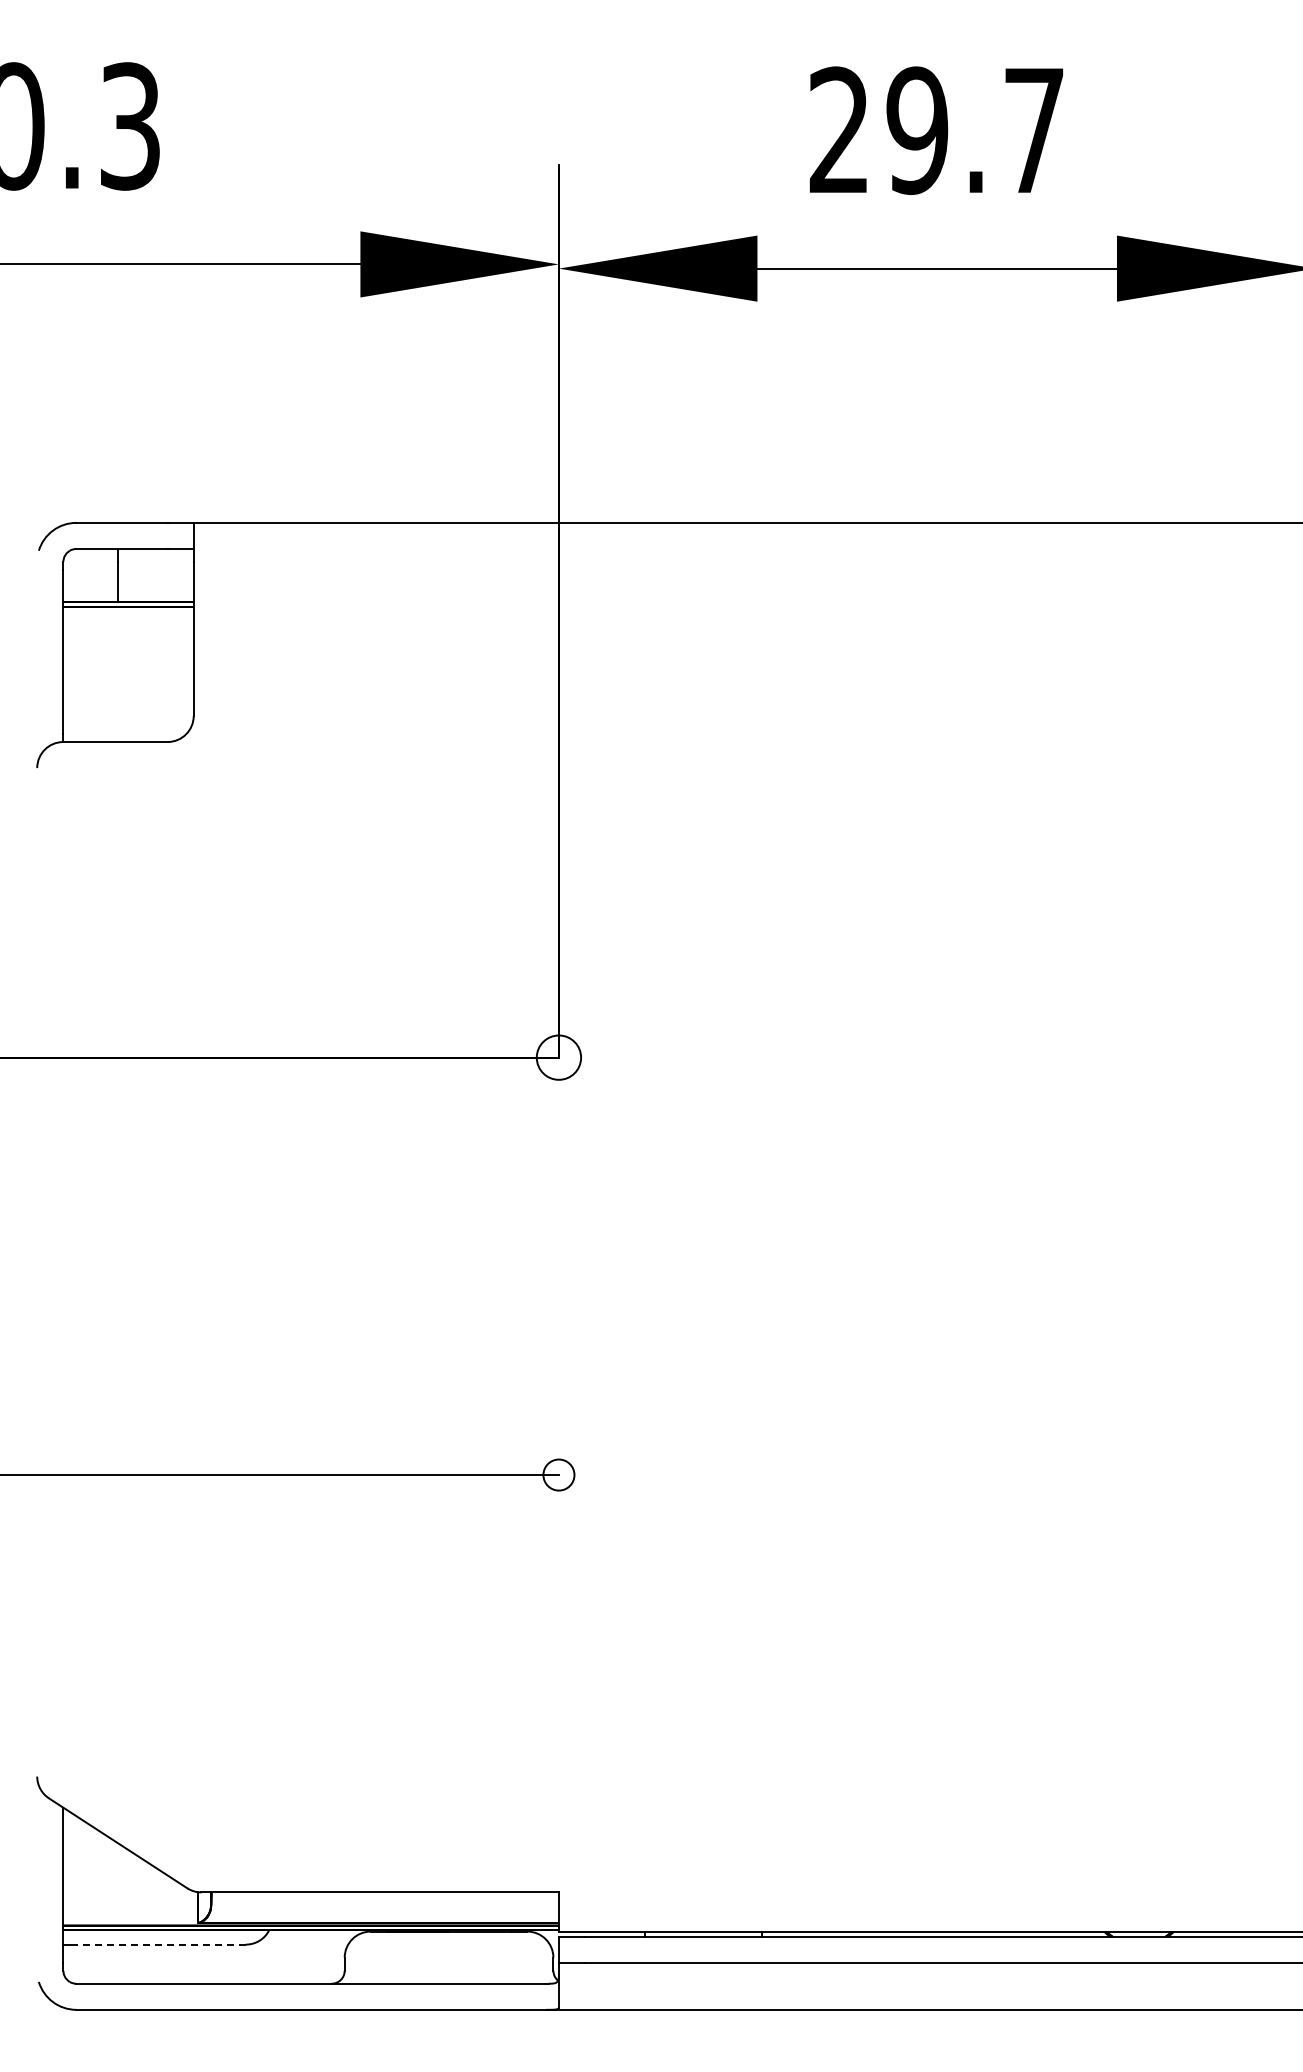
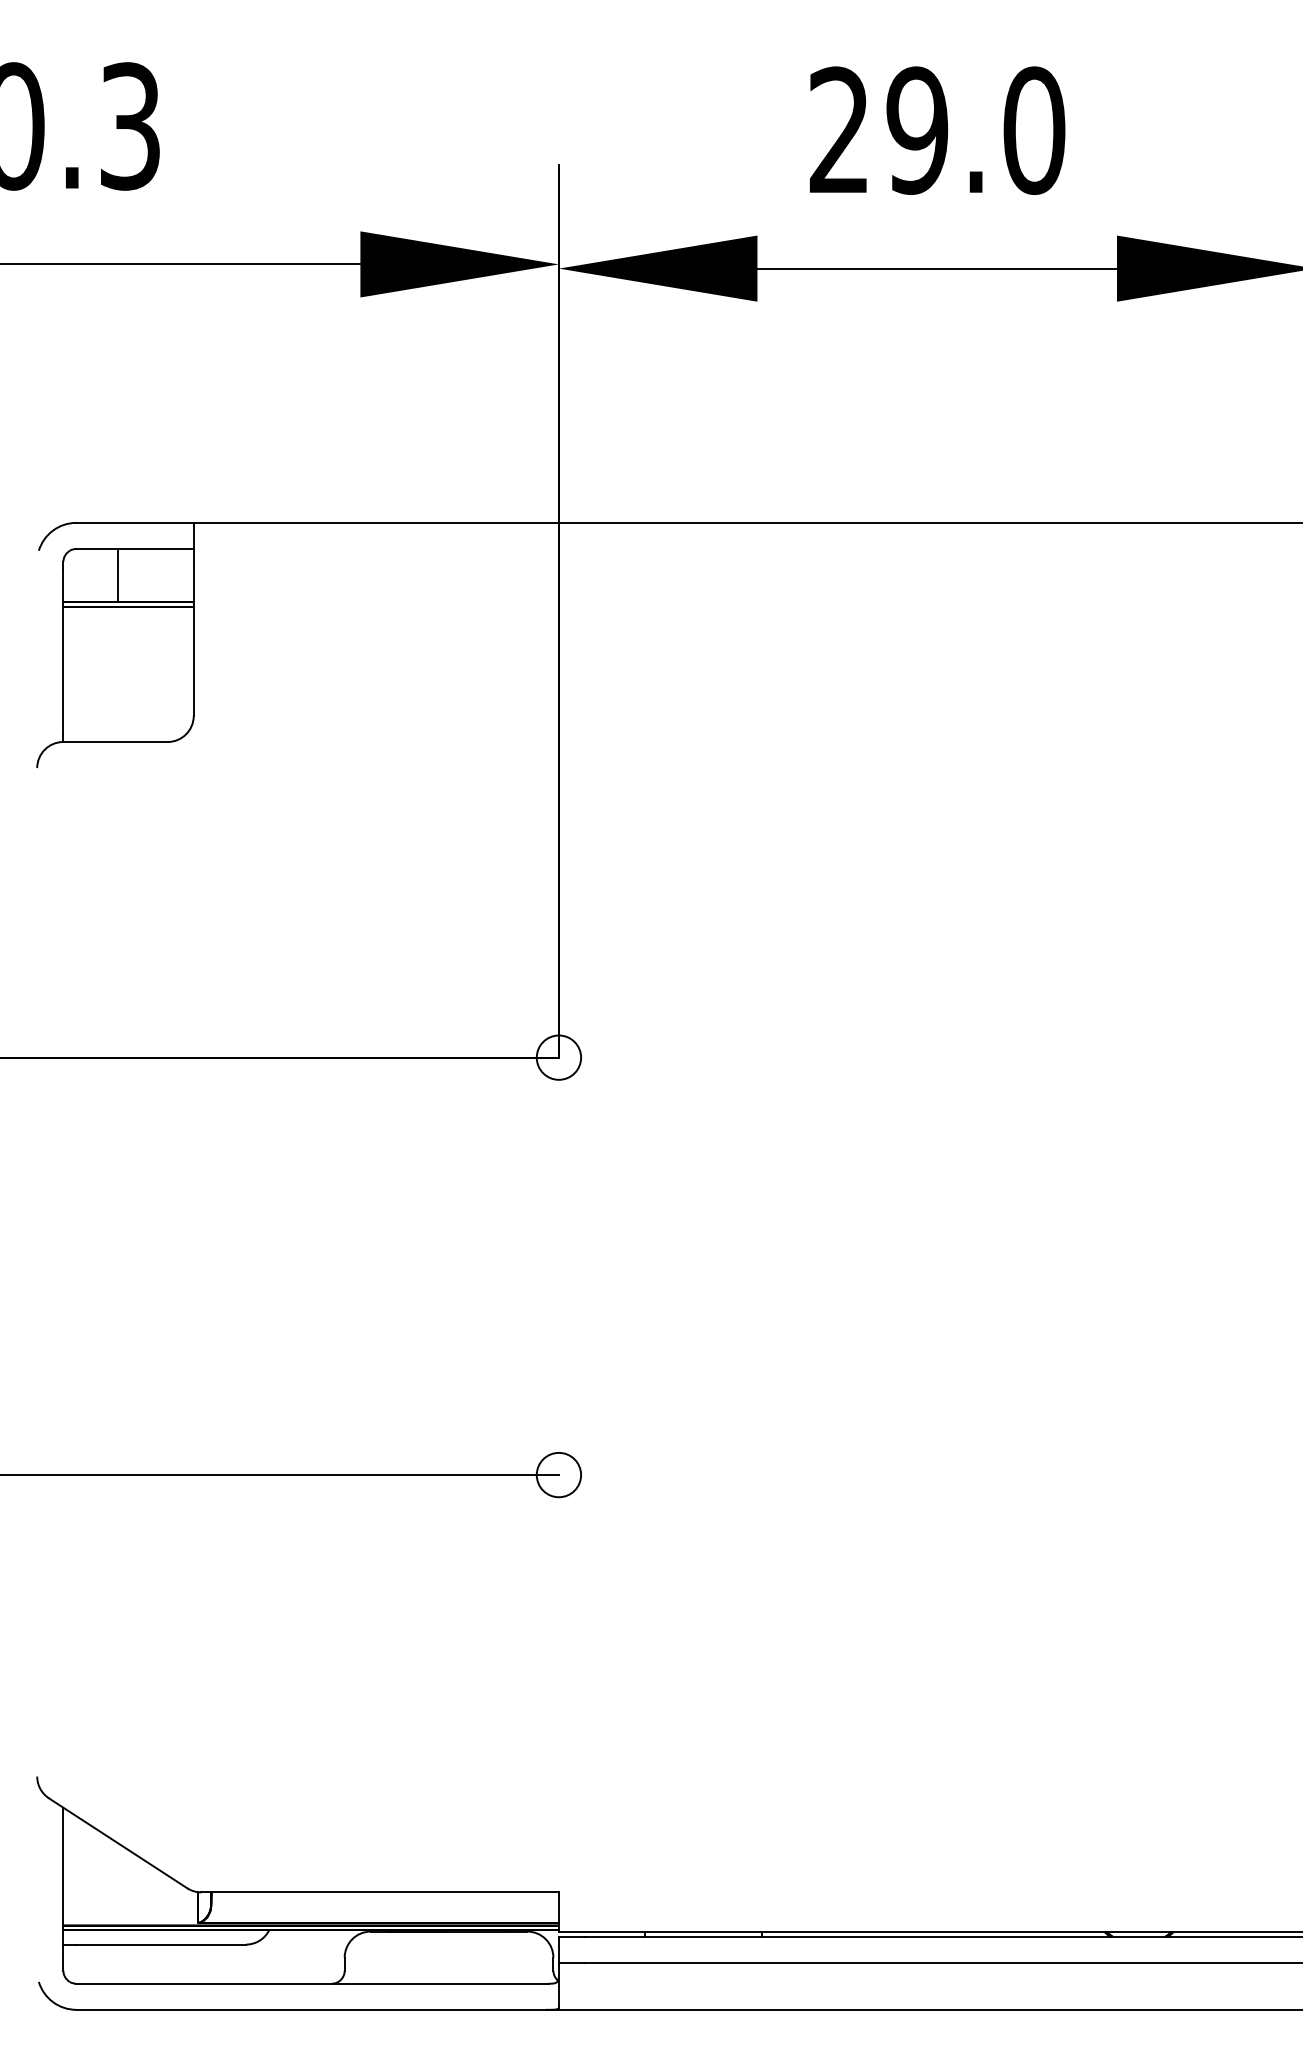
text at (1034, 130): 29.7 -> 29.0
circle at (558, 1474) diameter: 31 px -> 44 px
line at (161, 1944): dashed -> solid
